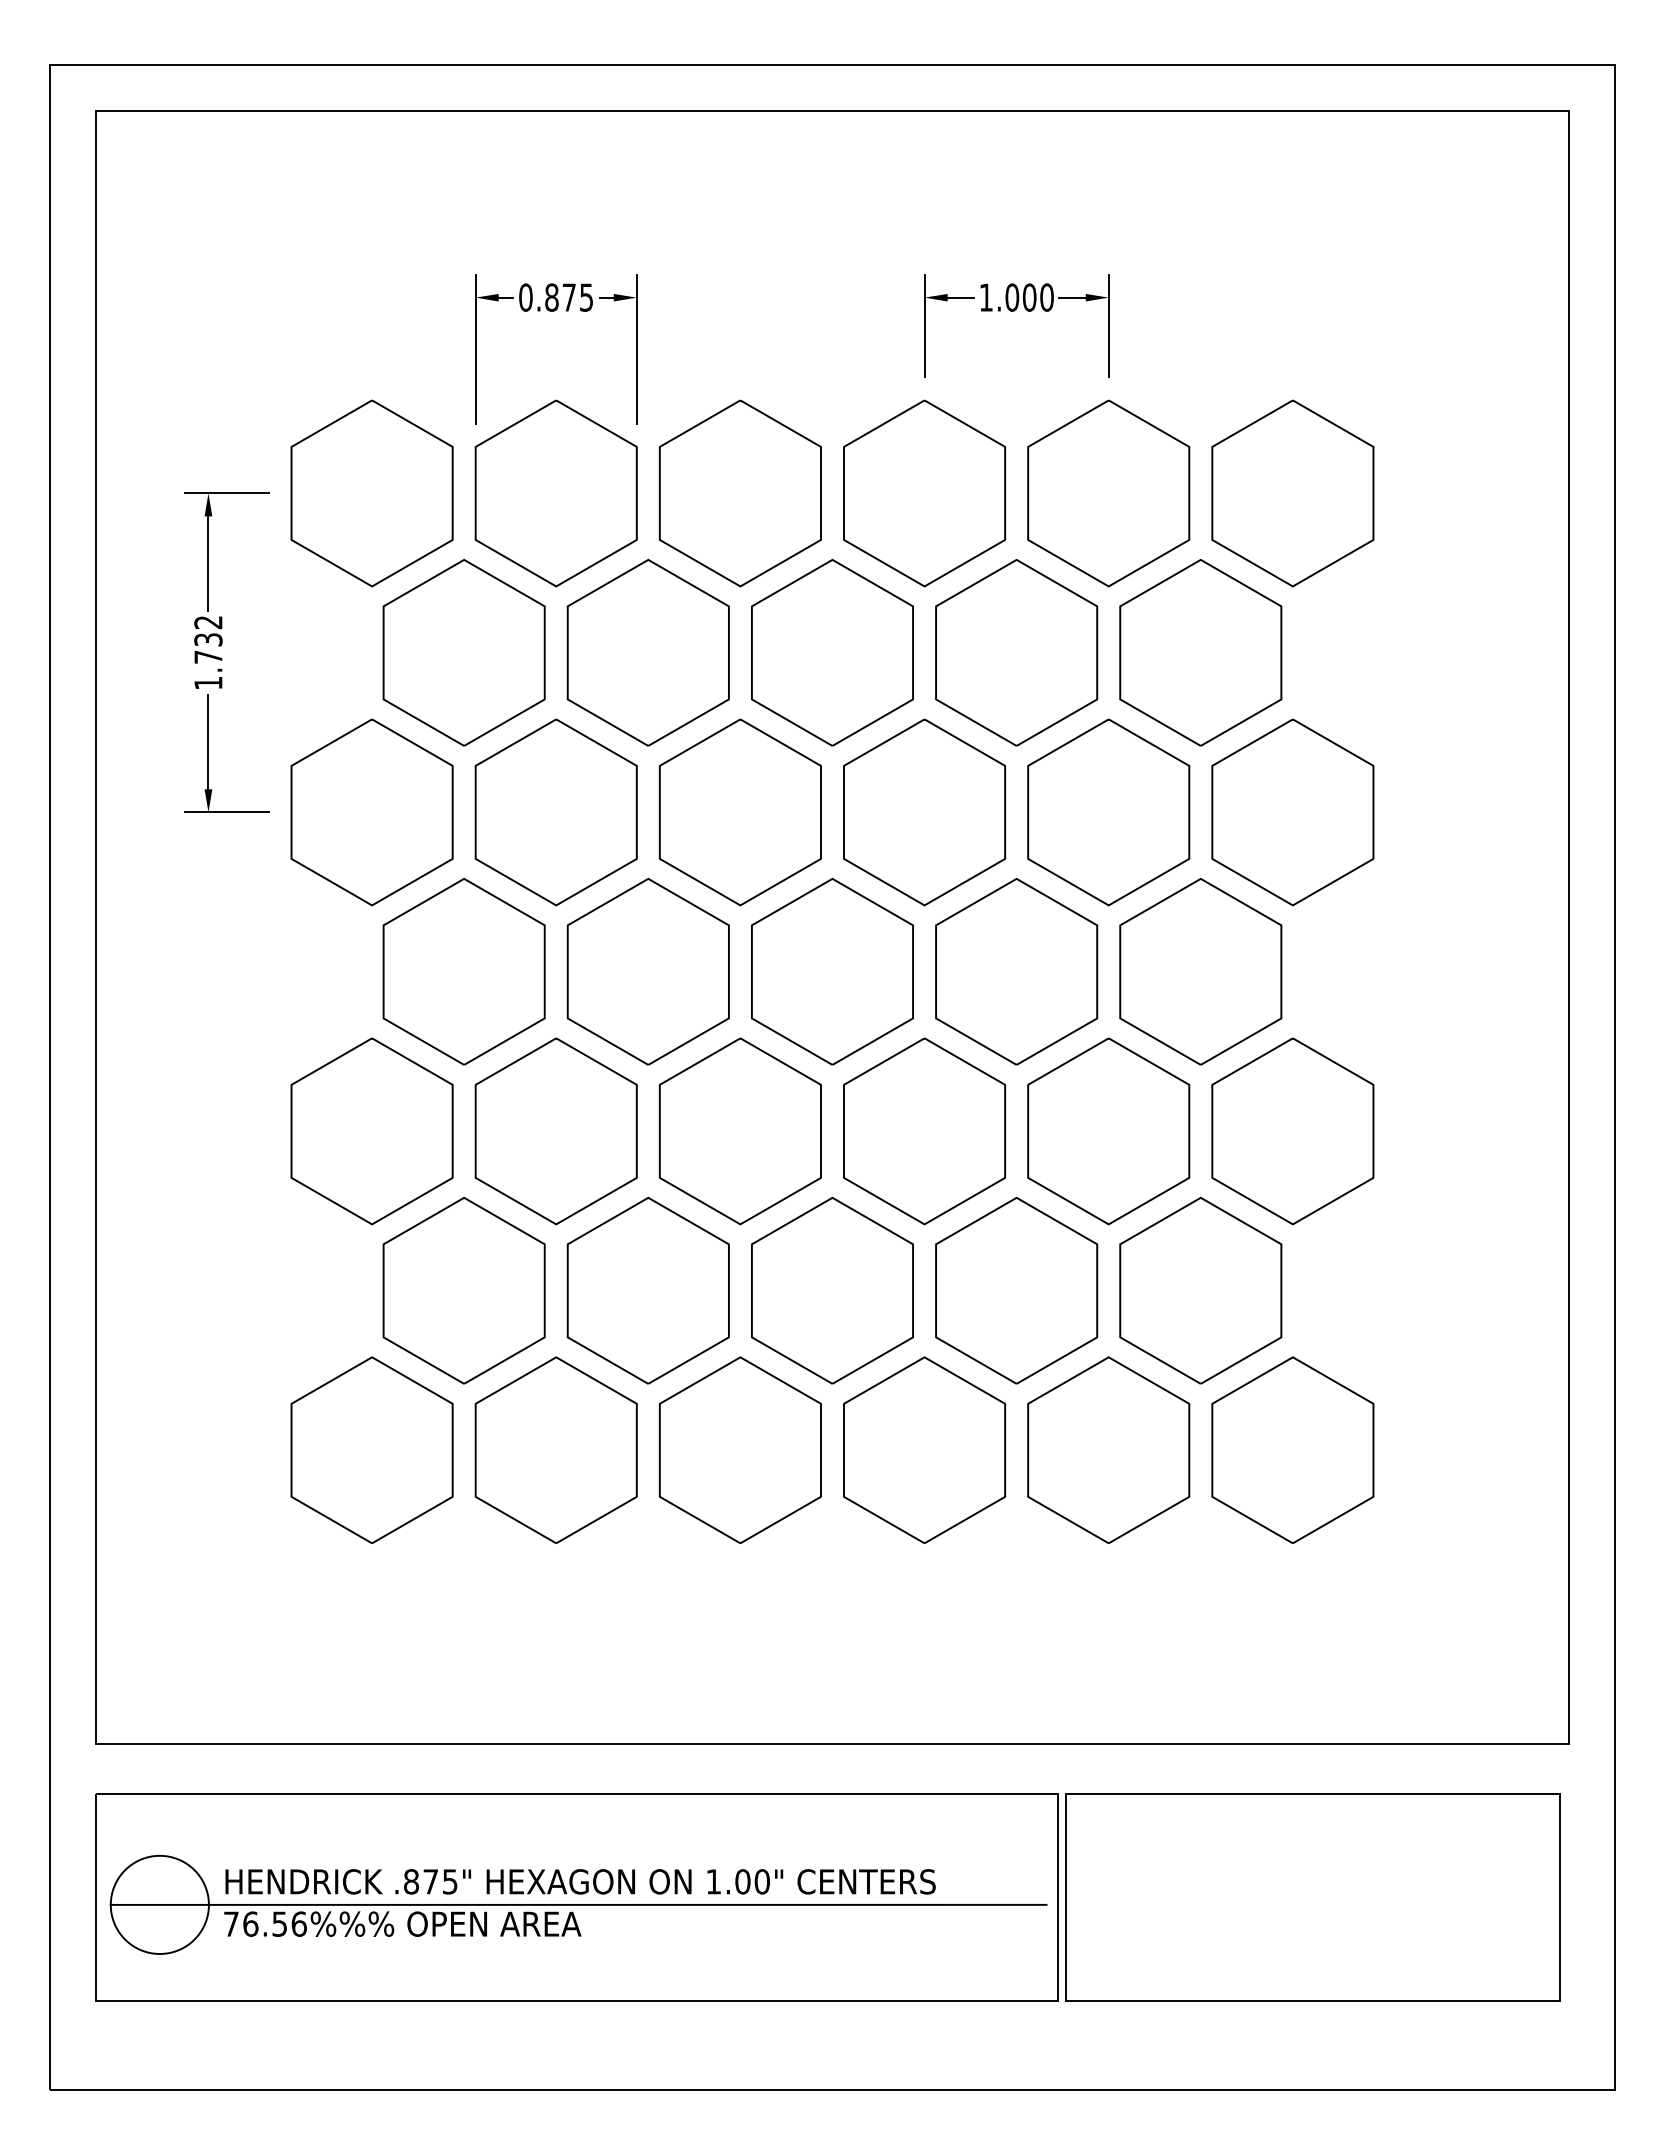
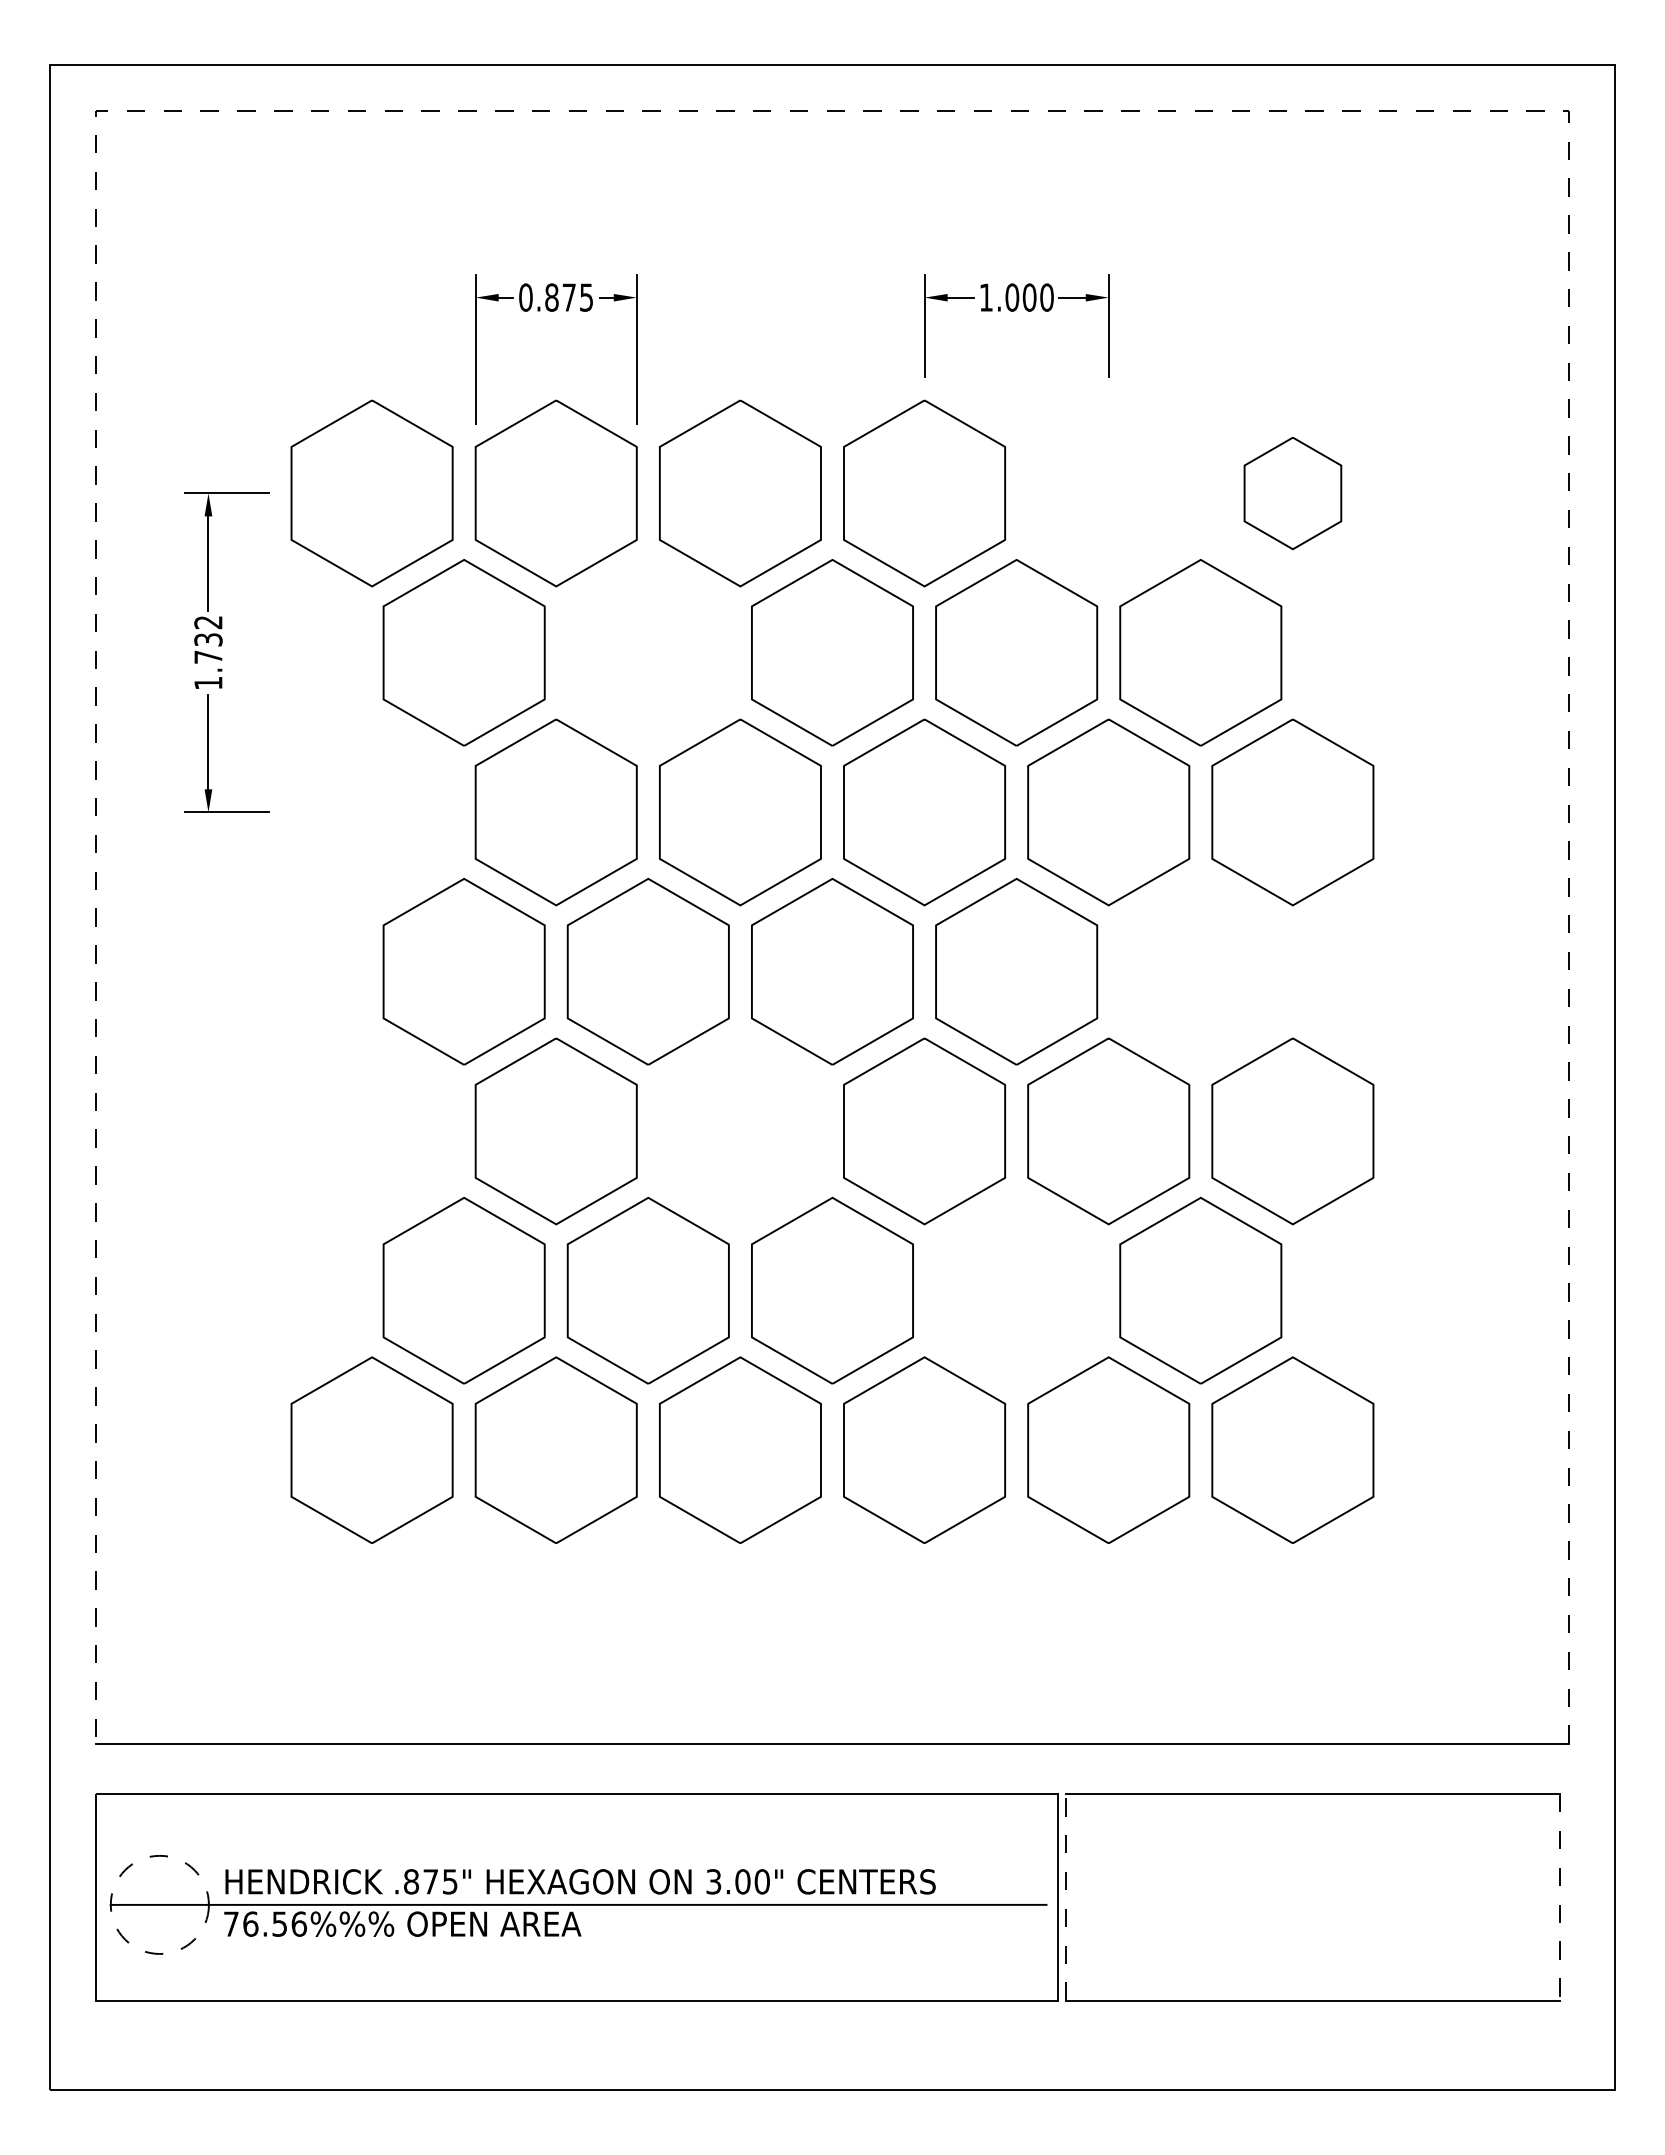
line at (832, 110): solid -> dashed
part at (1108, 493): present -> none
part at (1292, 493) size: 164x189 px -> 100x114 px
part at (647, 652): present -> none
part at (371, 812): present -> none
part at (1200, 971): present -> none
part at (371, 1131): present -> none
part at (740, 1131): present -> none
part at (1016, 1290): present -> none
text at (713, 1881): 1.00" -> 3.00"
line at (1066, 1896): solid -> dashed
line at (1560, 1897): solid -> dashed
circle at (159, 1904): solid -> dashed
